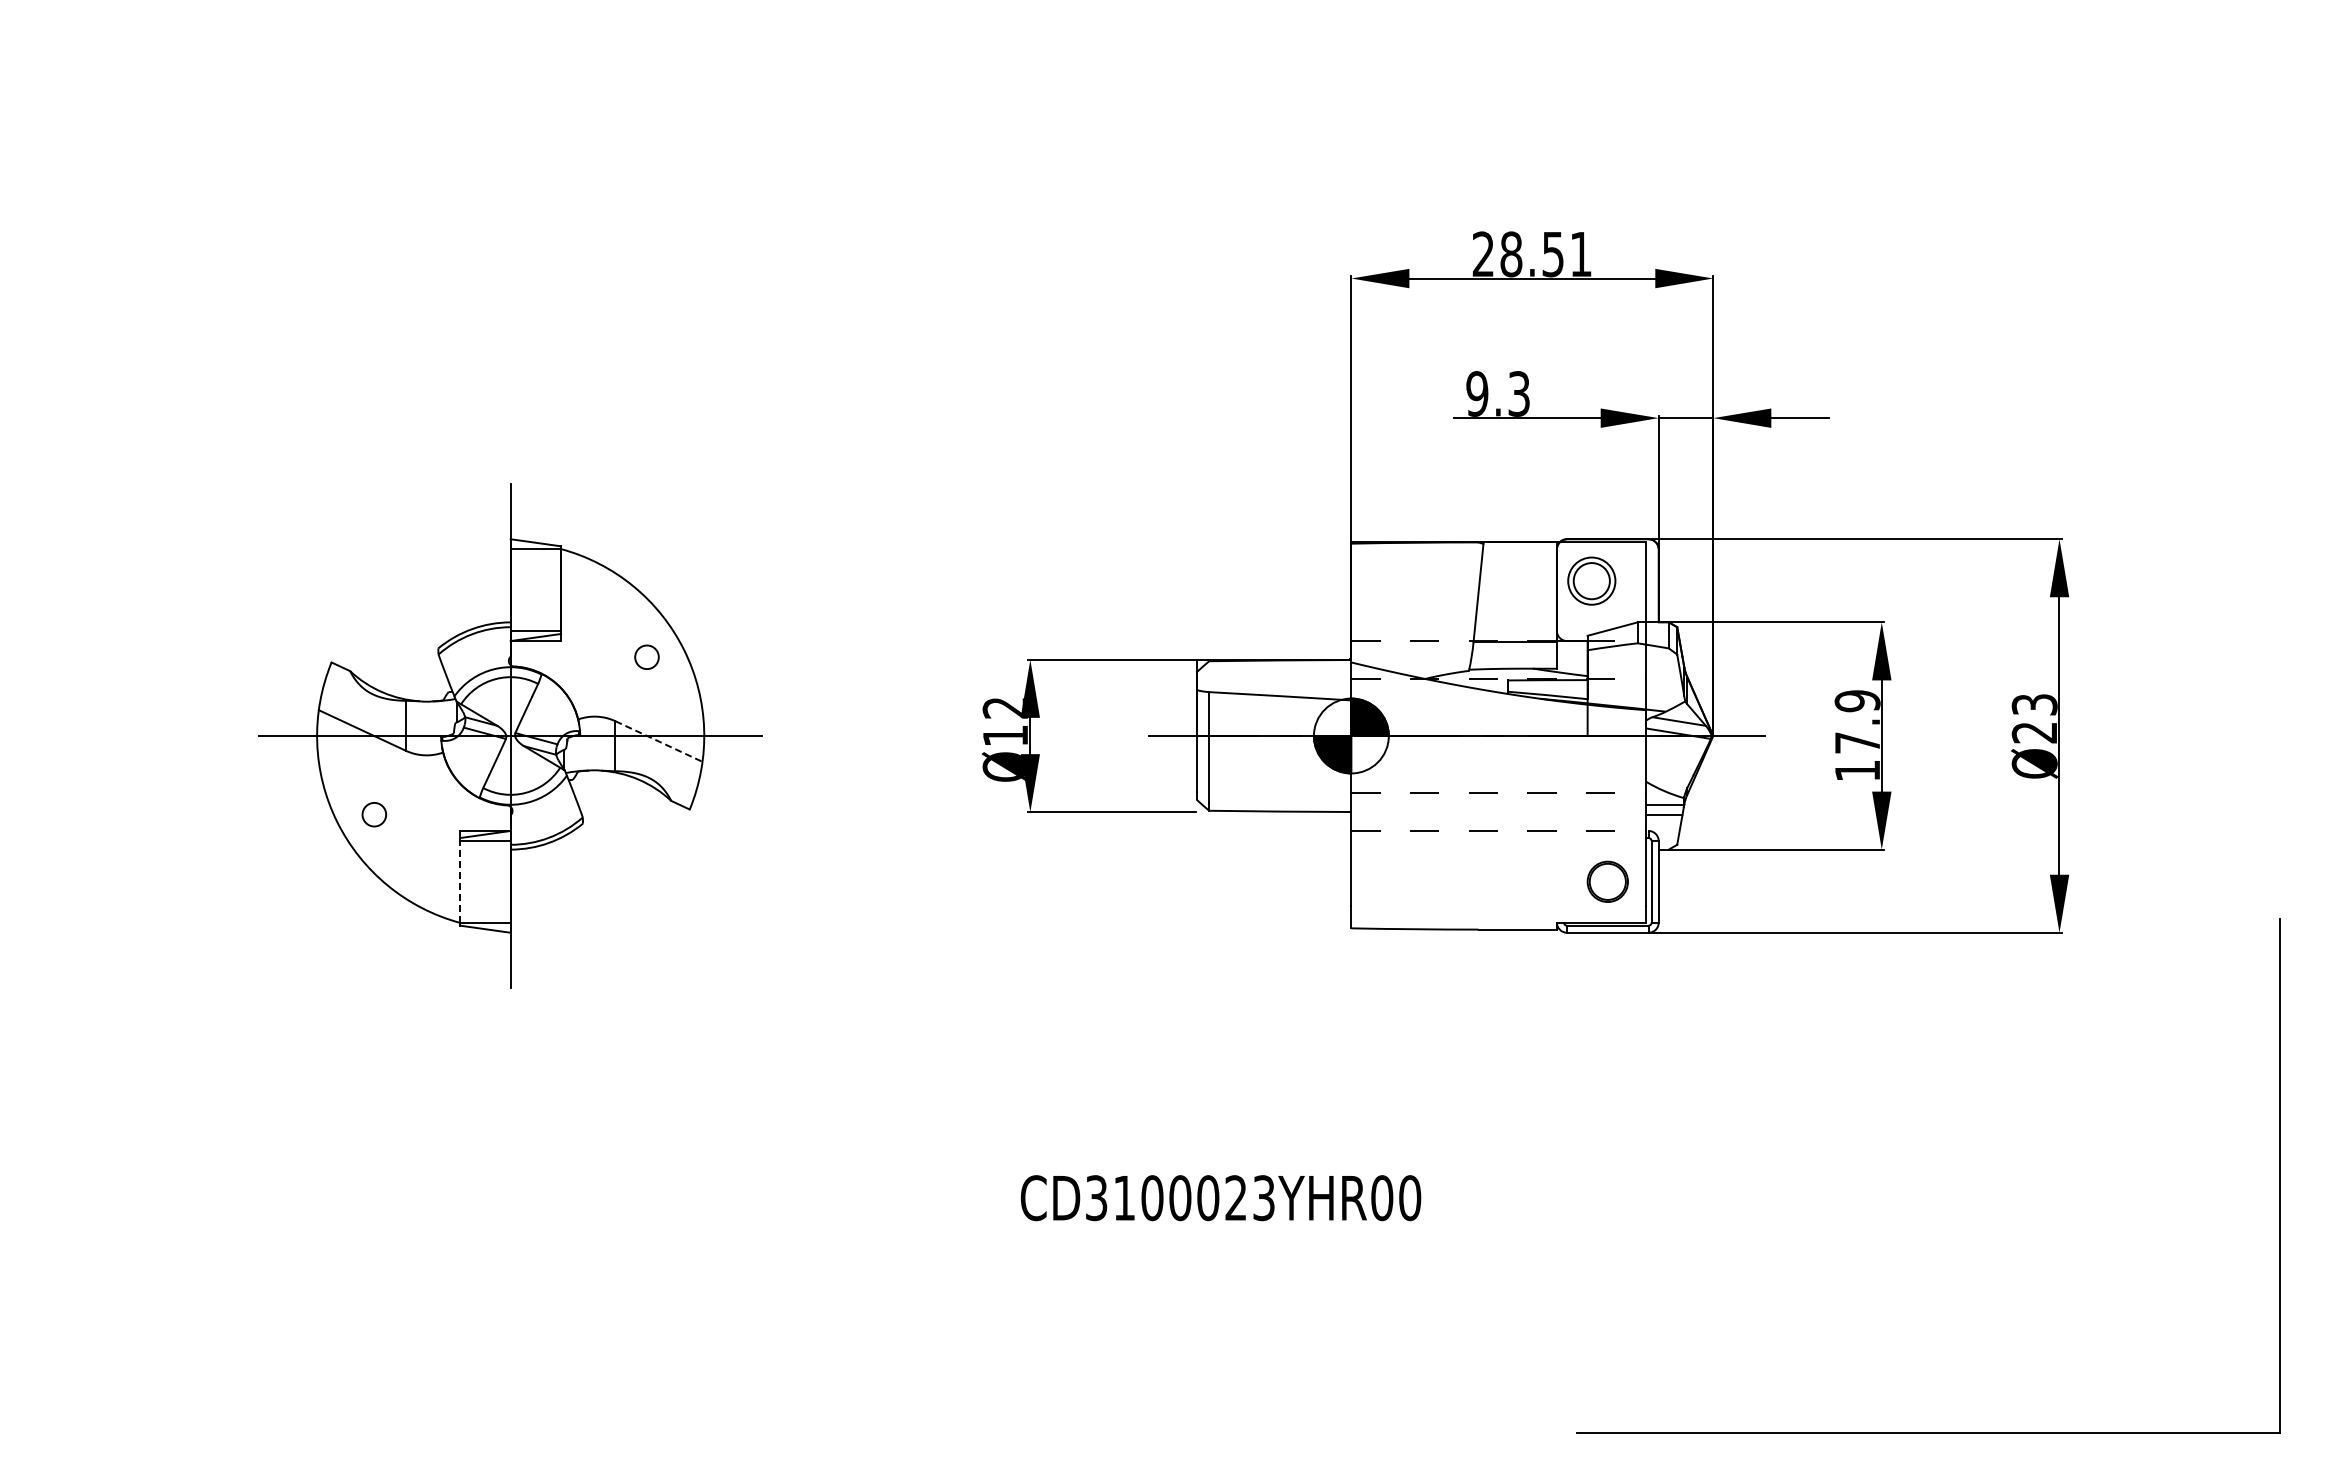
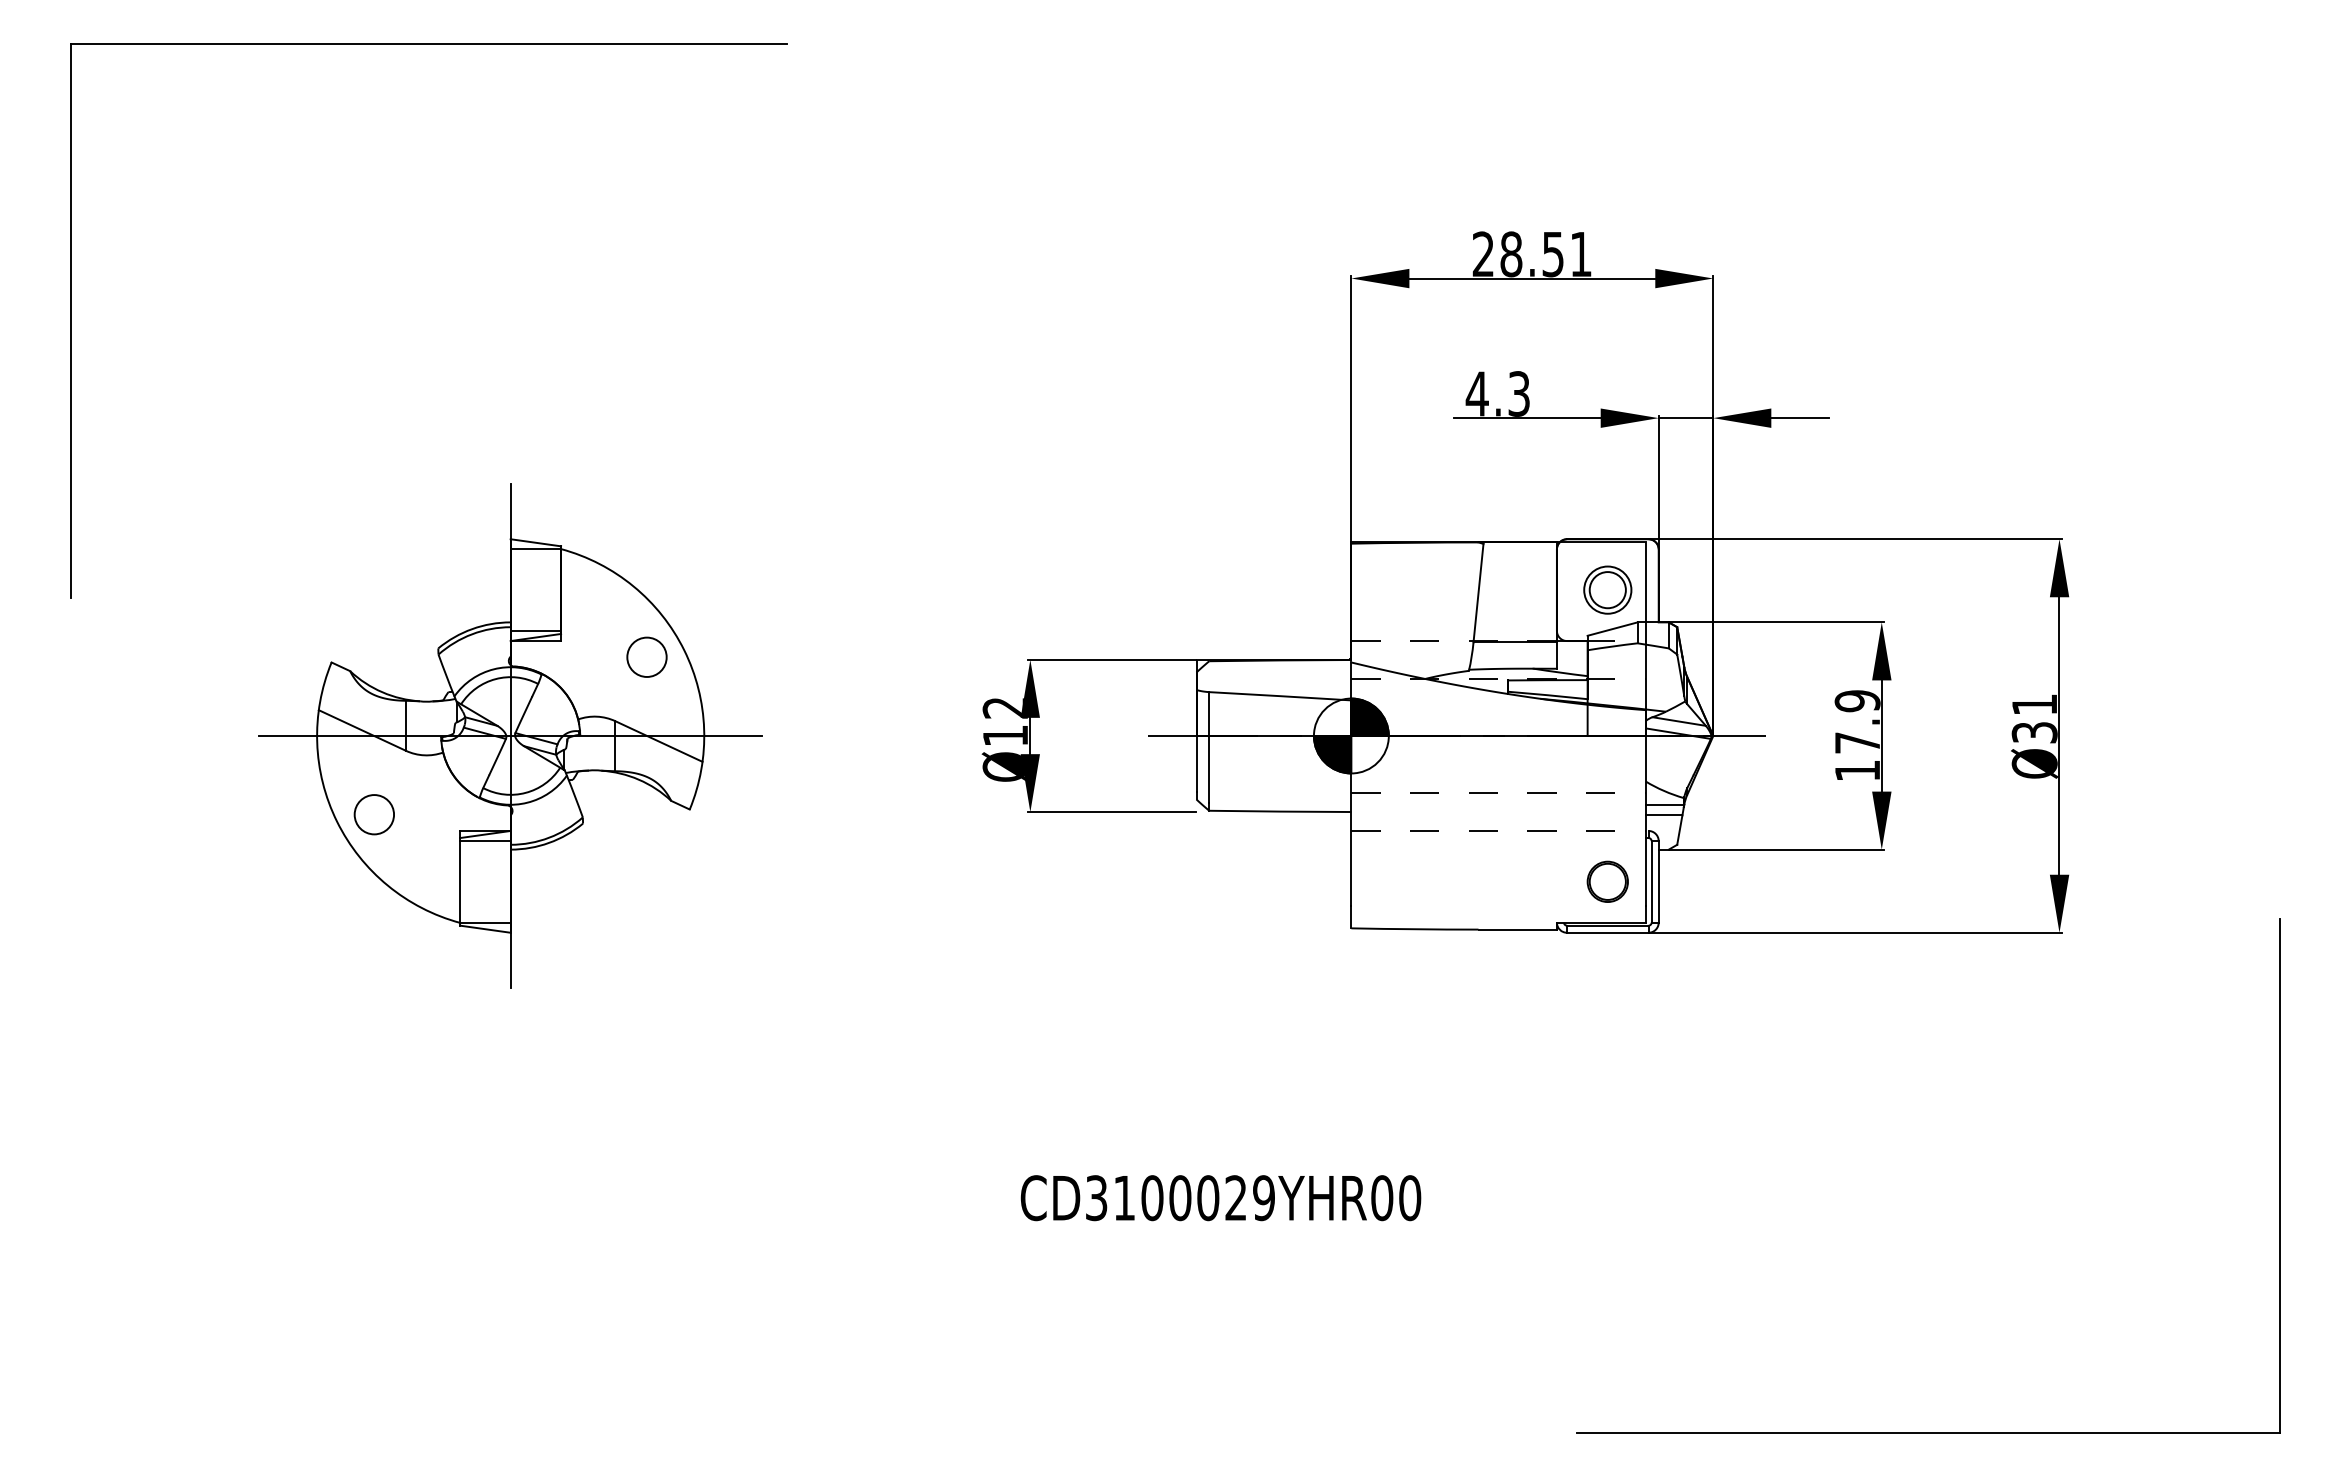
part at (428, 44): none -> present
text at (1476, 393): 9.3 -> 4.3
part at (1591, 580) position: (1591, 580) -> (1607, 589)
circle at (646, 657) diameter: 24 px -> 39 px
text at (2034, 718): Ø23 -> Ø31
line at (659, 741): dashed -> solid
circle at (374, 814) diameter: 24 px -> 39 px
line at (460, 881): dashed -> solid
text at (1263, 1197): CD3100023YHR00 -> CD3100029YHR00
